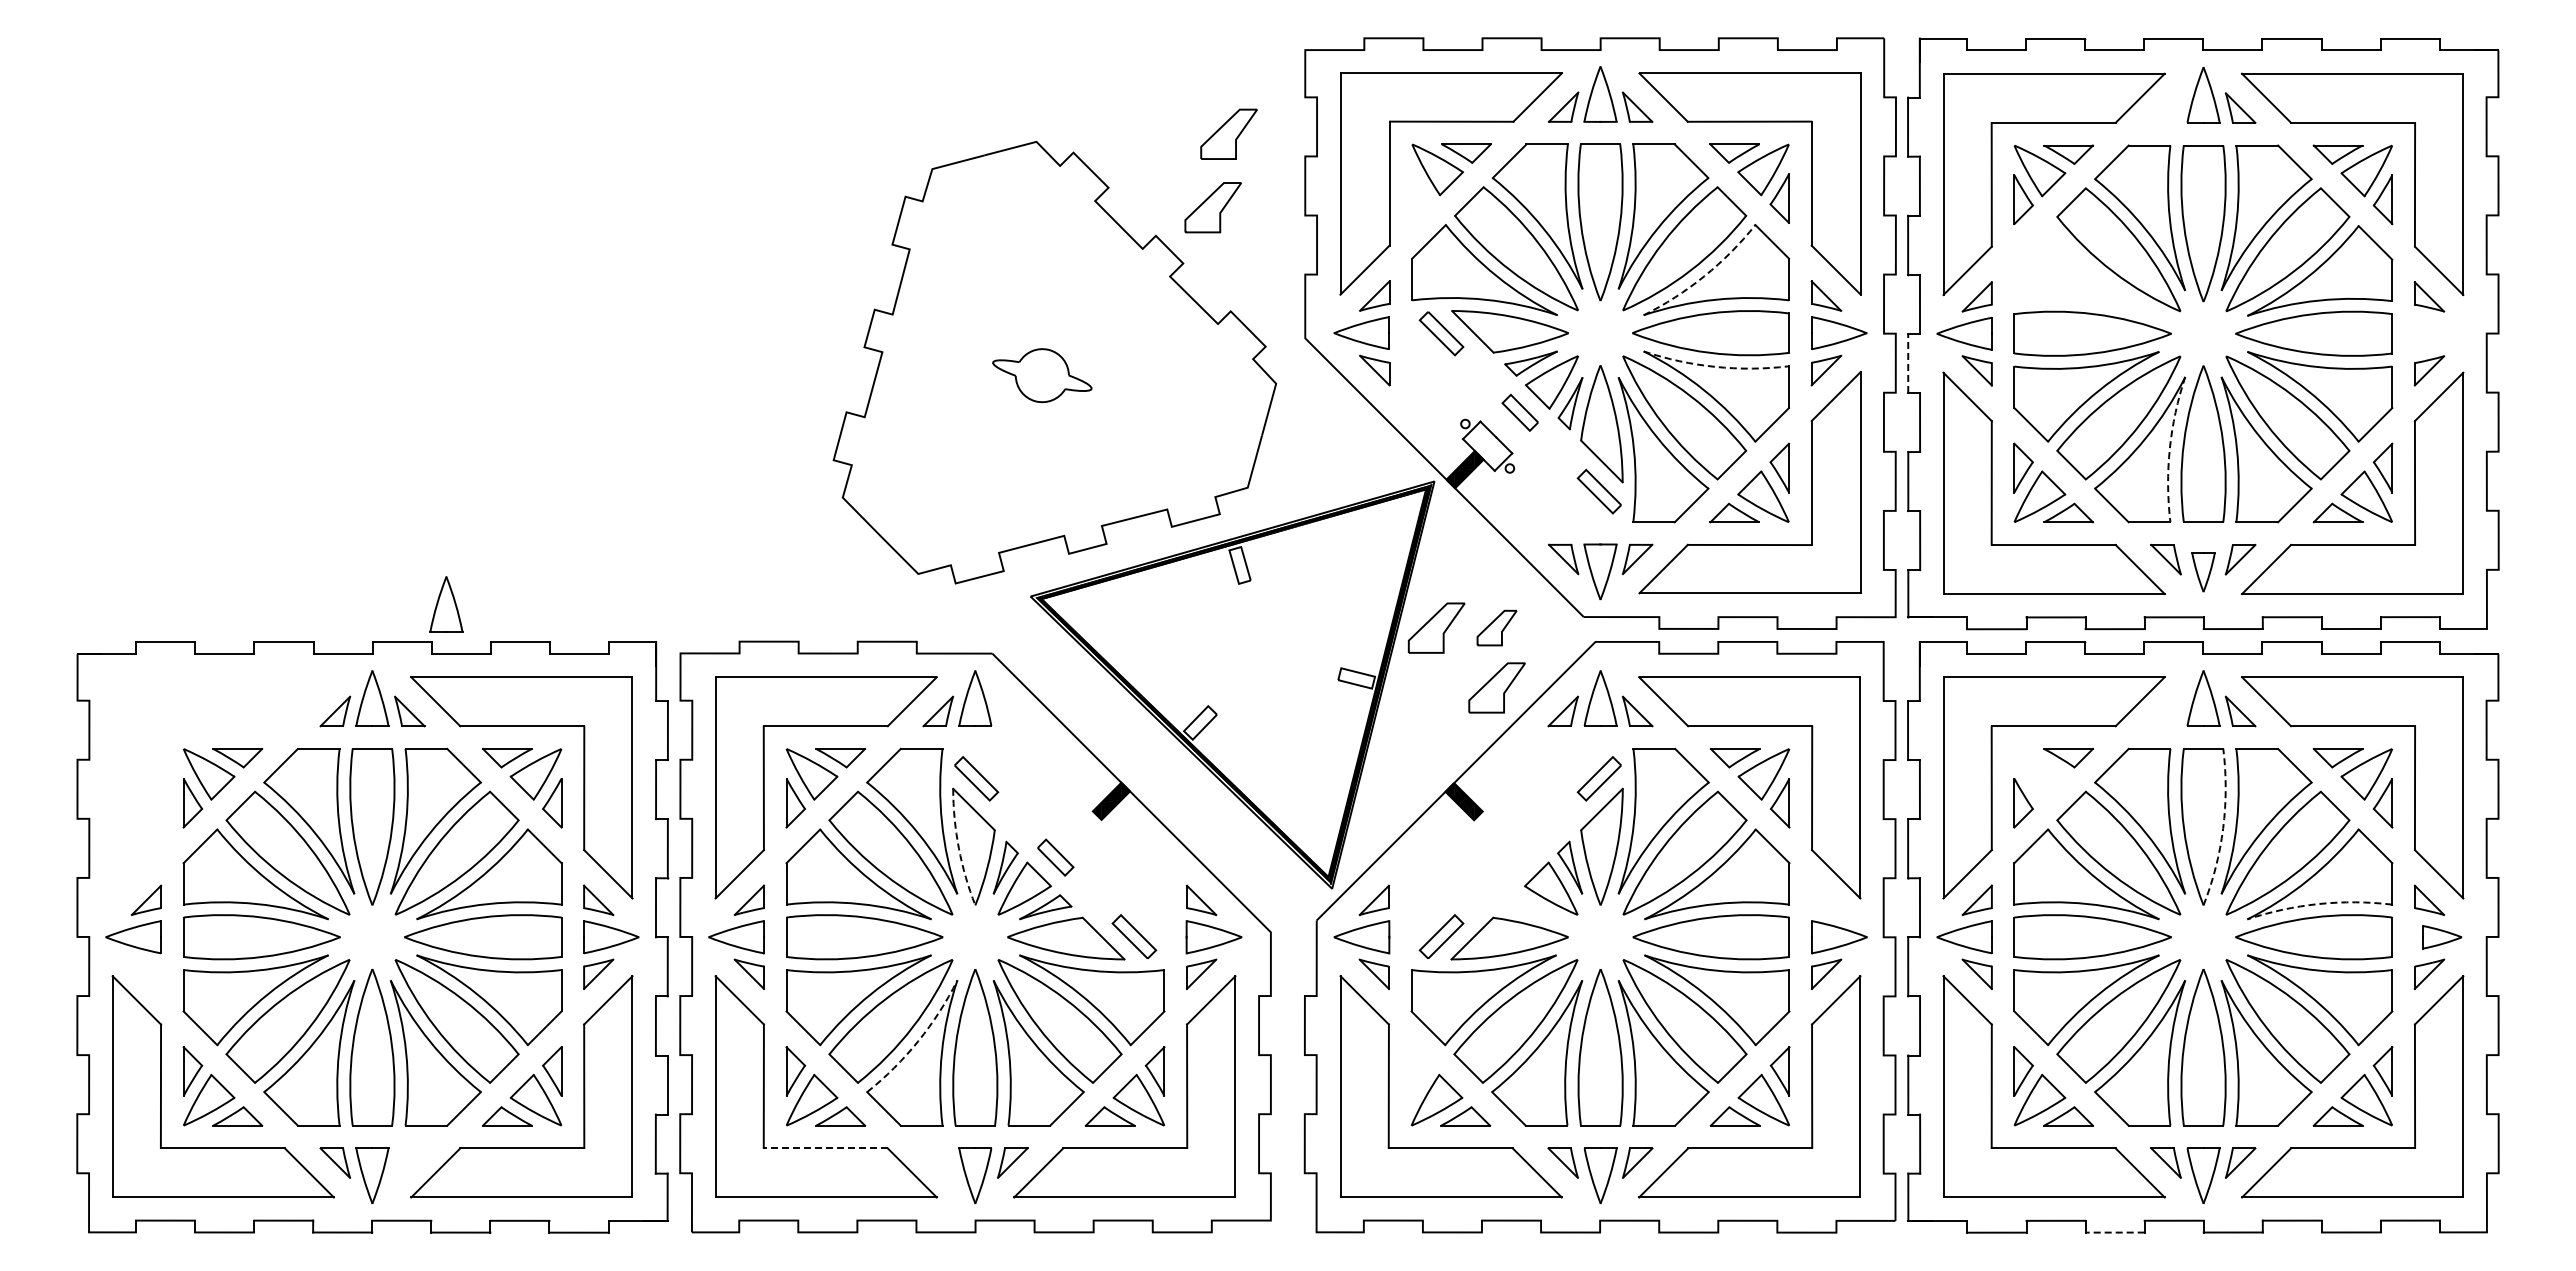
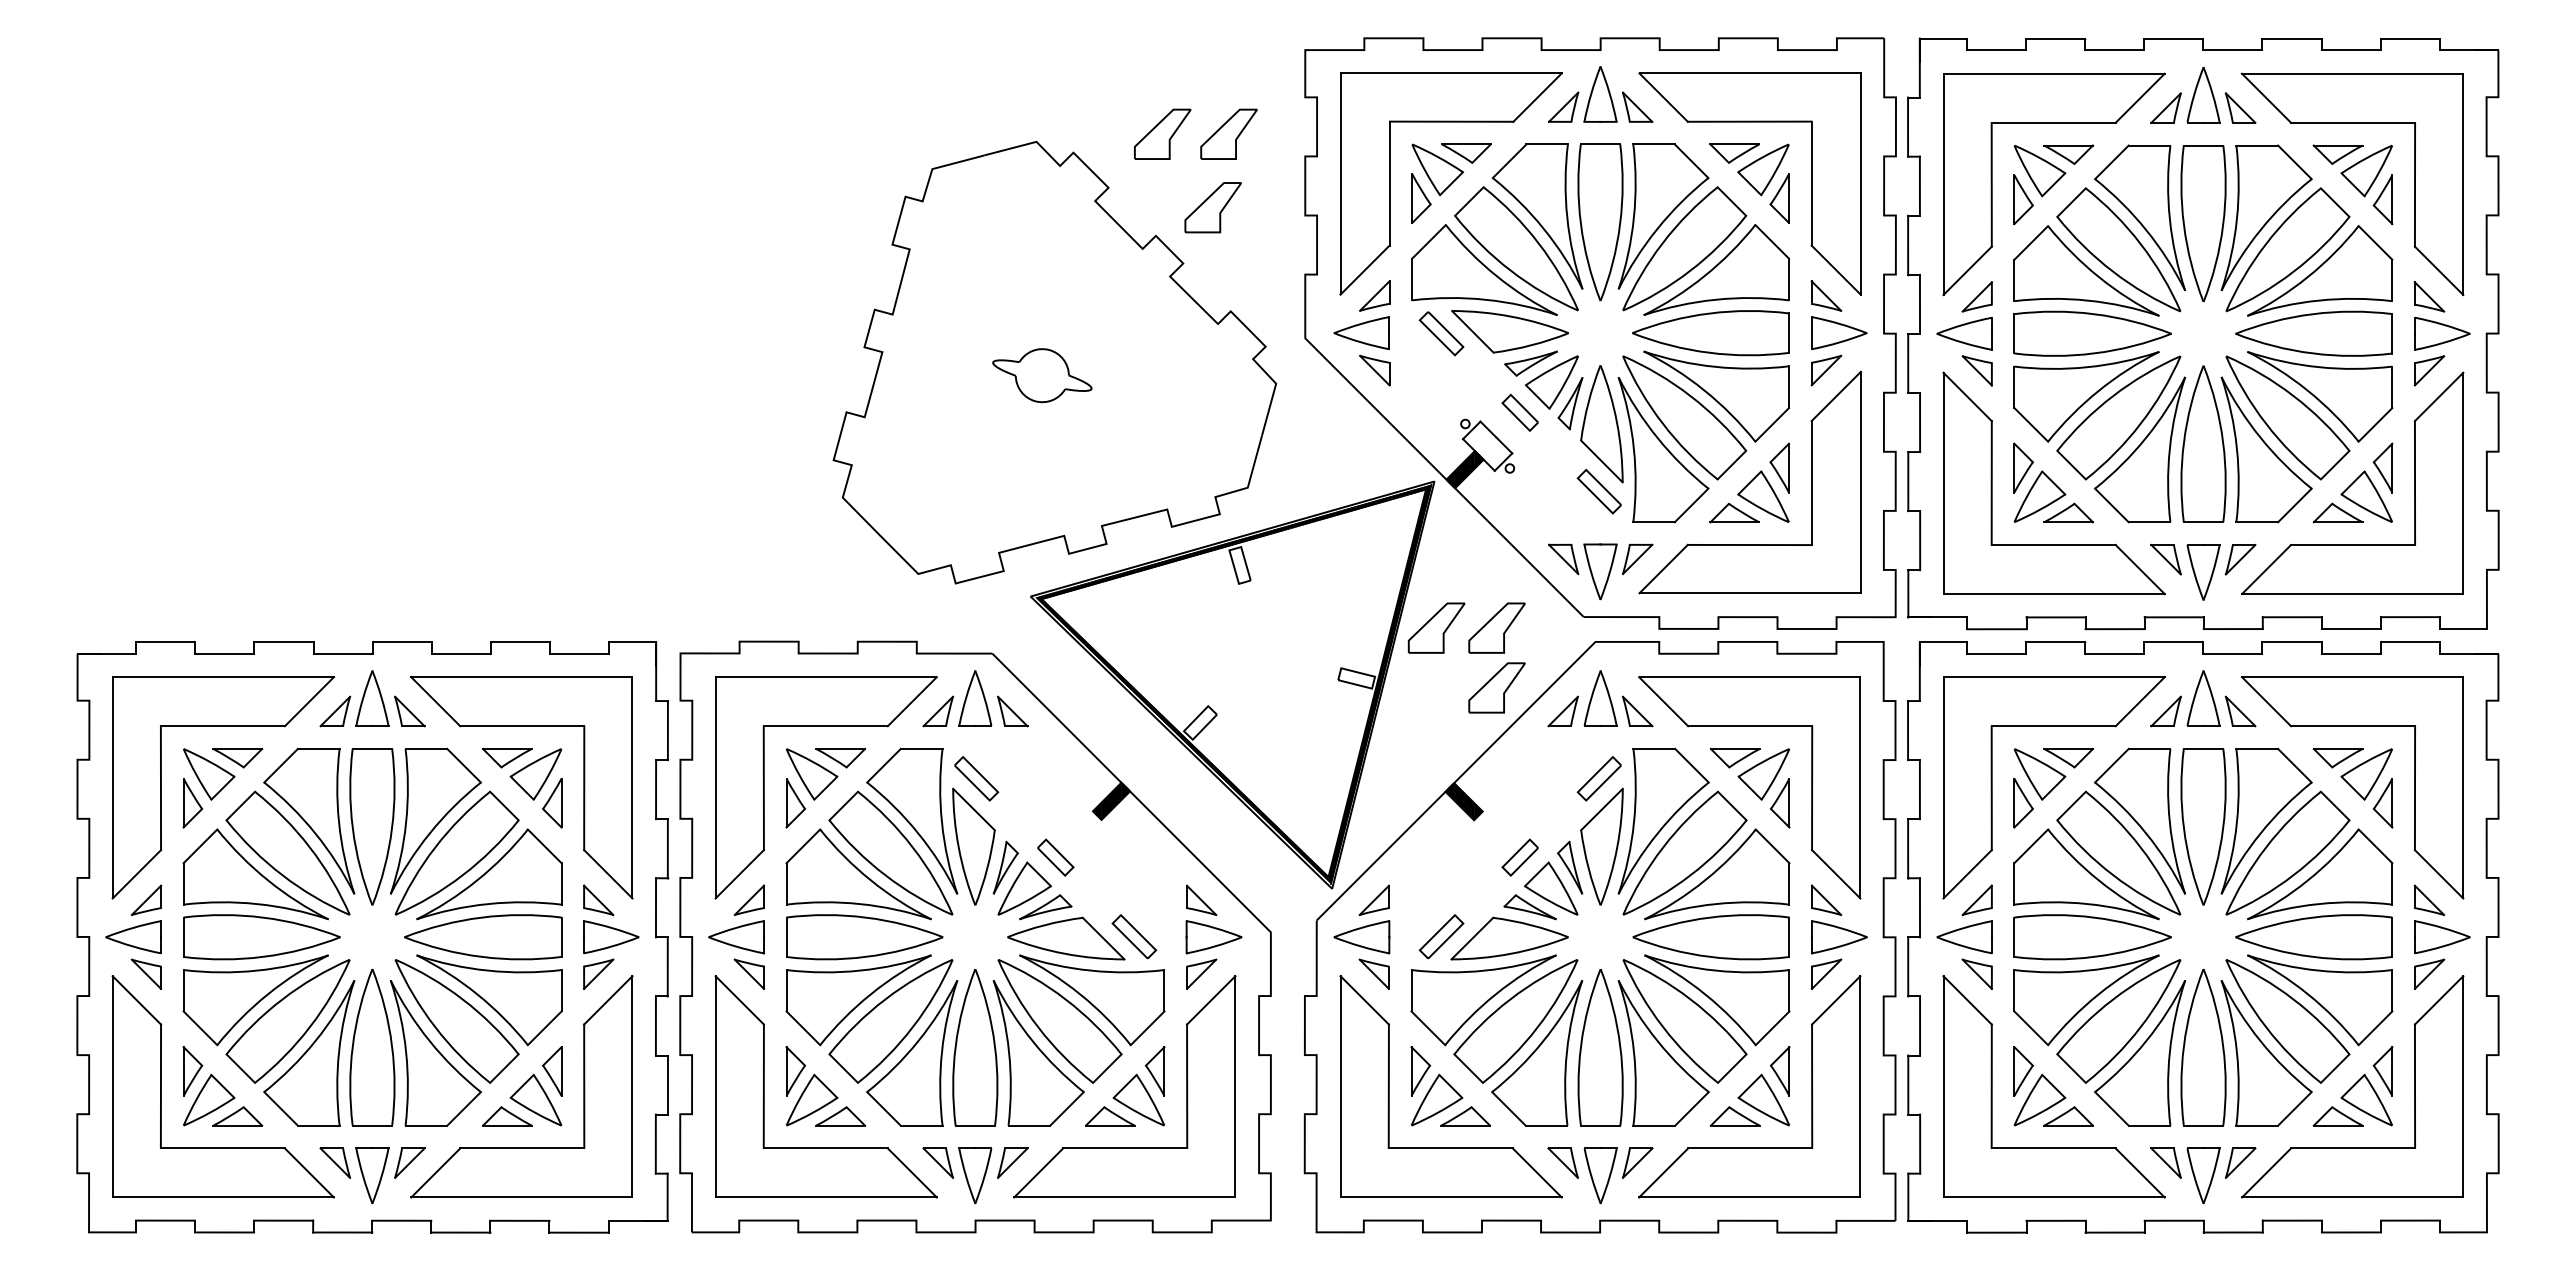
part at (2165, 107): none -> present
part at (1162, 133): none -> present
part at (1421, 198): none -> present
part at (2086, 270): none -> present
arc at (1704, 276): dashed -> solid
part at (2442, 333): none -> present
line at (1908, 363): dashed -> solid
arc at (1715, 366): dashed -> solid
arc at (2169, 448): dashed -> solid
part at (2203, 572) size: 25x41 px -> 35x57 px
part at (446, 604): present -> none
part at (1496, 627) size: 42x38 px -> 58x52 px
part at (1012, 711): none -> present
part at (2165, 711): none -> present
part at (222, 726): none -> present
part at (2039, 774): none -> present
arc at (2223, 828): dashed -> solid
arc at (958, 848): dashed -> solid
part at (1519, 857): none -> present
part at (1826, 899): none -> present
arc at (2319, 904): dashed -> solid
part at (1529, 907): none -> present
part at (2442, 937) size: 41x25 px -> 57x35 px
part at (146, 973): none -> present
arc at (918, 1041): dashed -> solid
part at (1420, 1071): none -> present
line at (826, 1148): dashed -> solid
part at (409, 1162): none -> present
part at (937, 1162): none -> present
line at (2115, 1232): dashed -> solid
